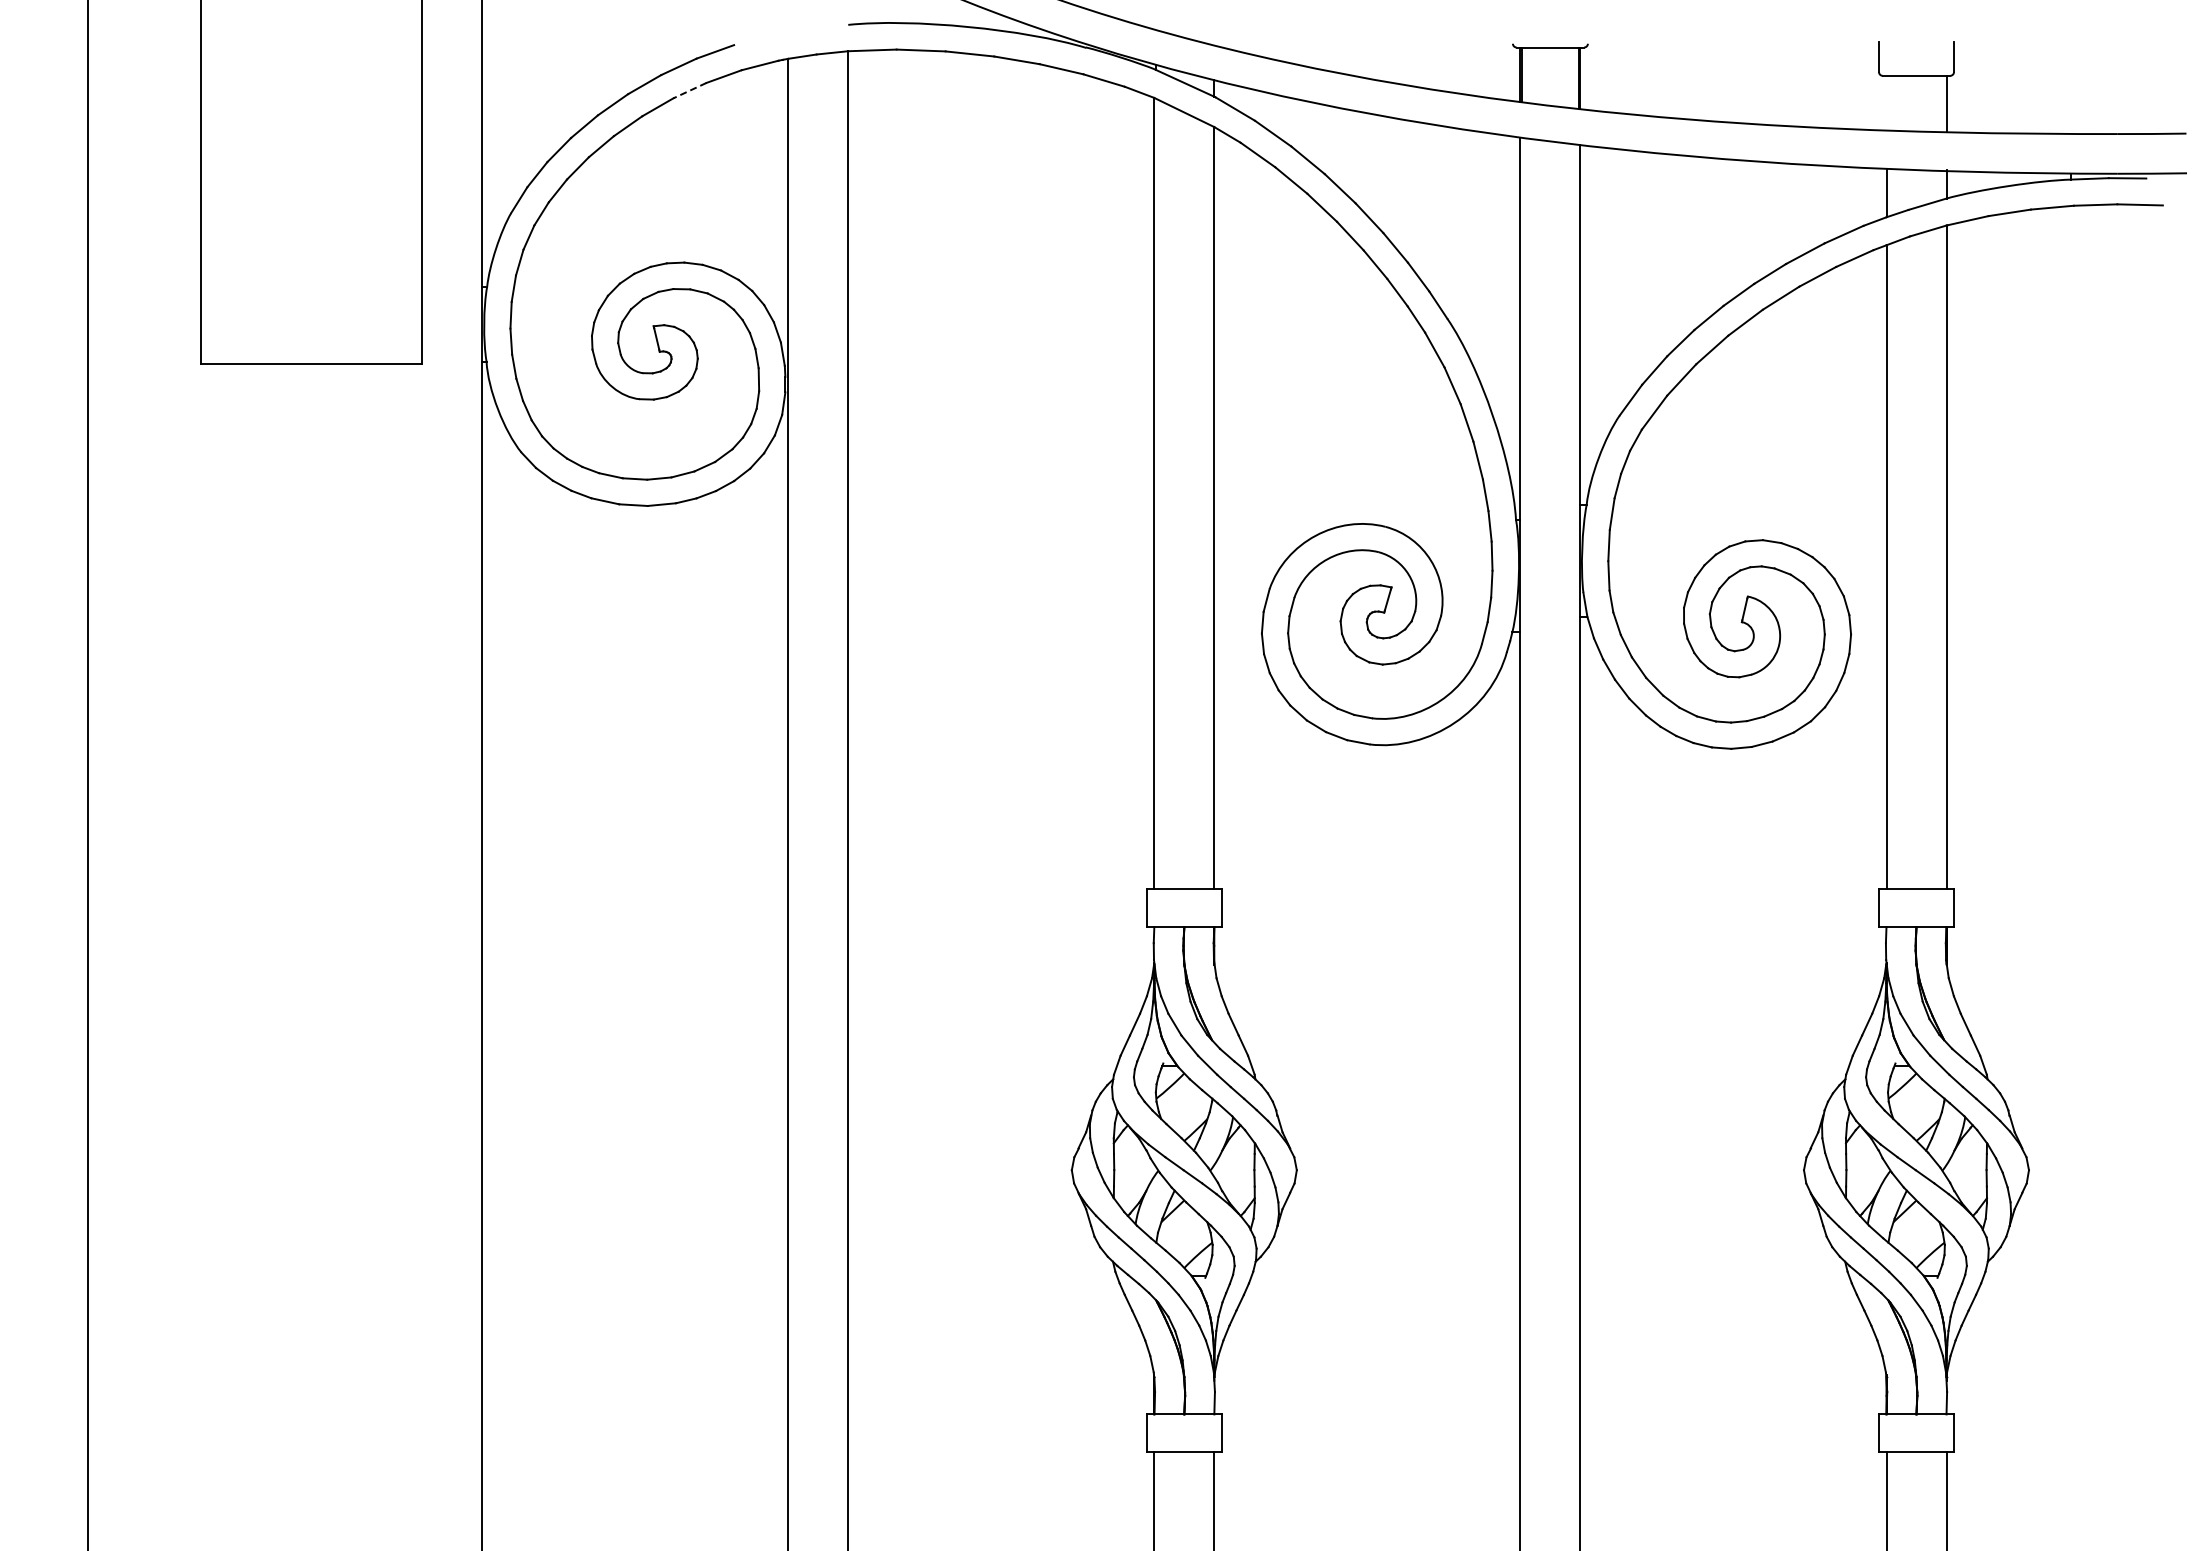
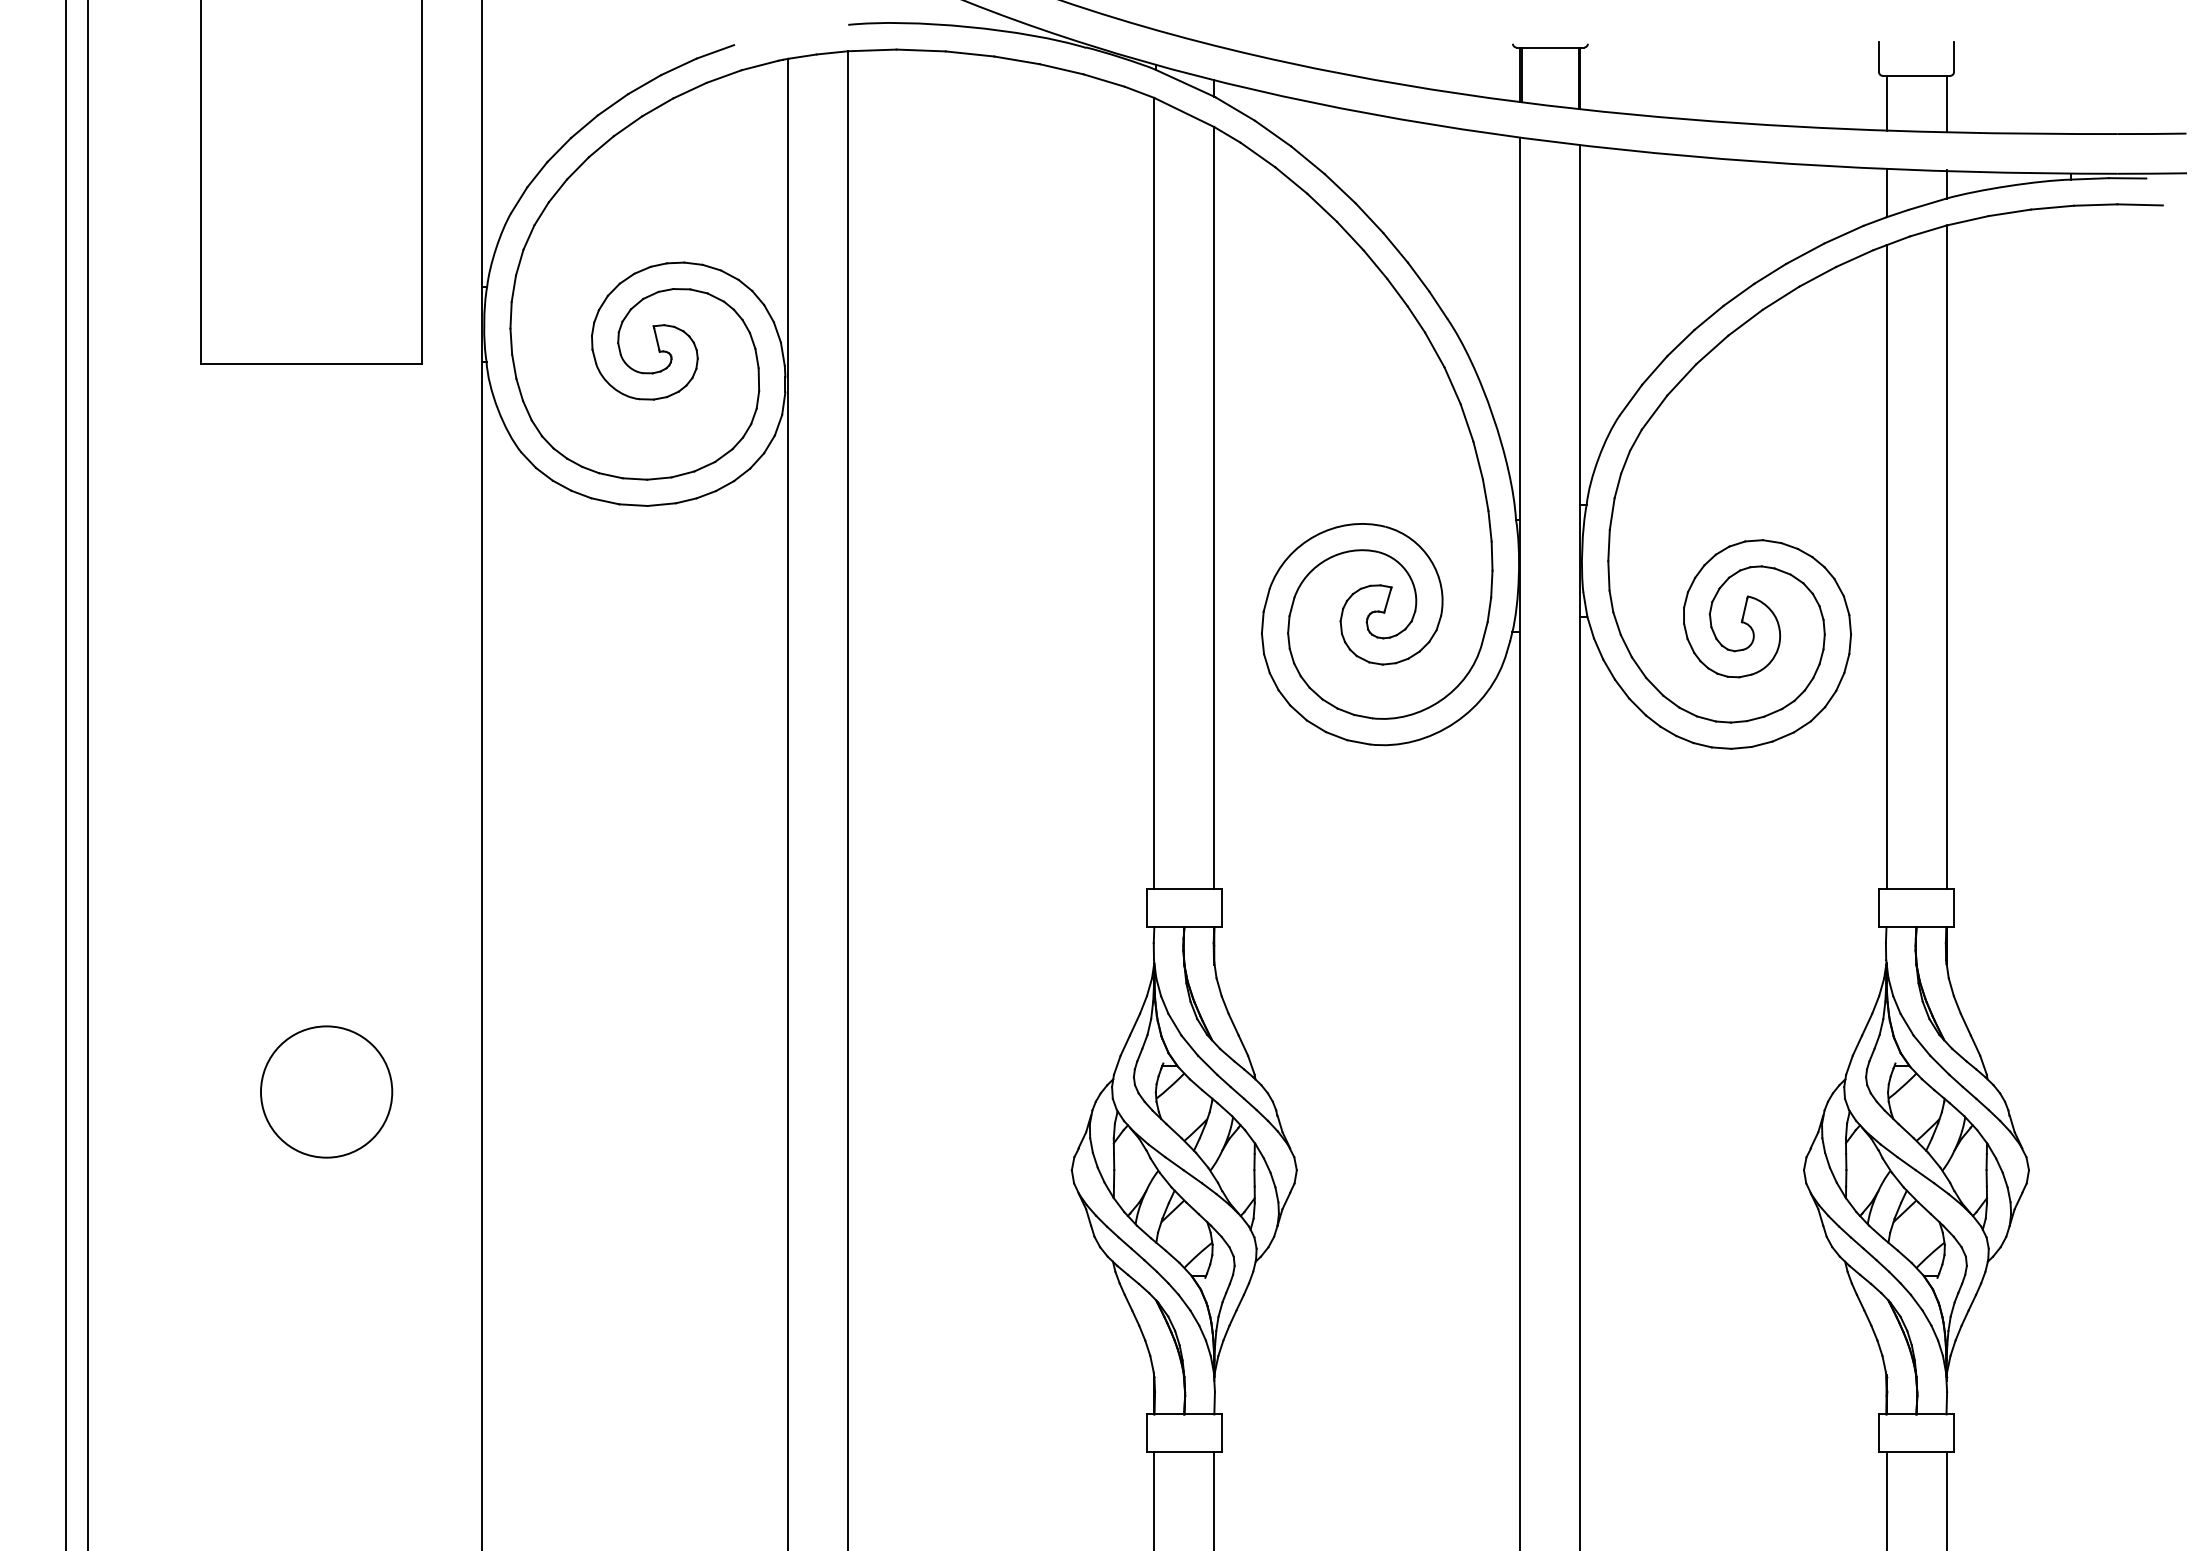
line at (689, 90): dashed -> solid
line at (1886, 102): none -> present
line at (65, 774): none -> present
circle at (326, 1091): none -> present
